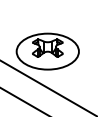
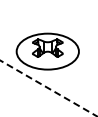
line at (48, 88): solid -> dashed
line at (23, 100): present -> none
